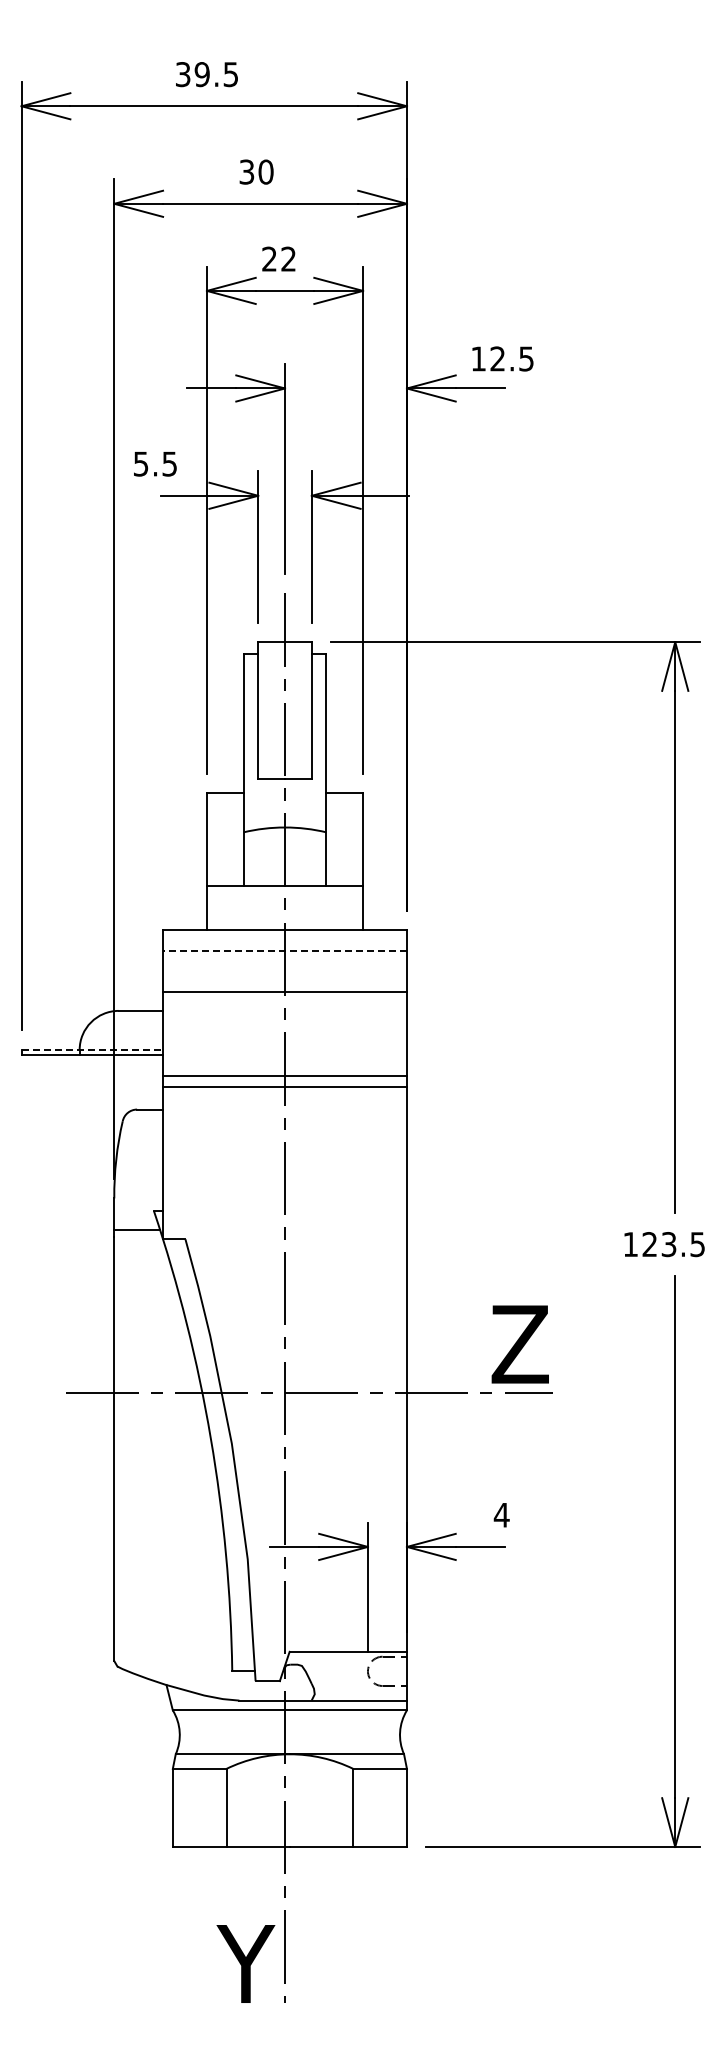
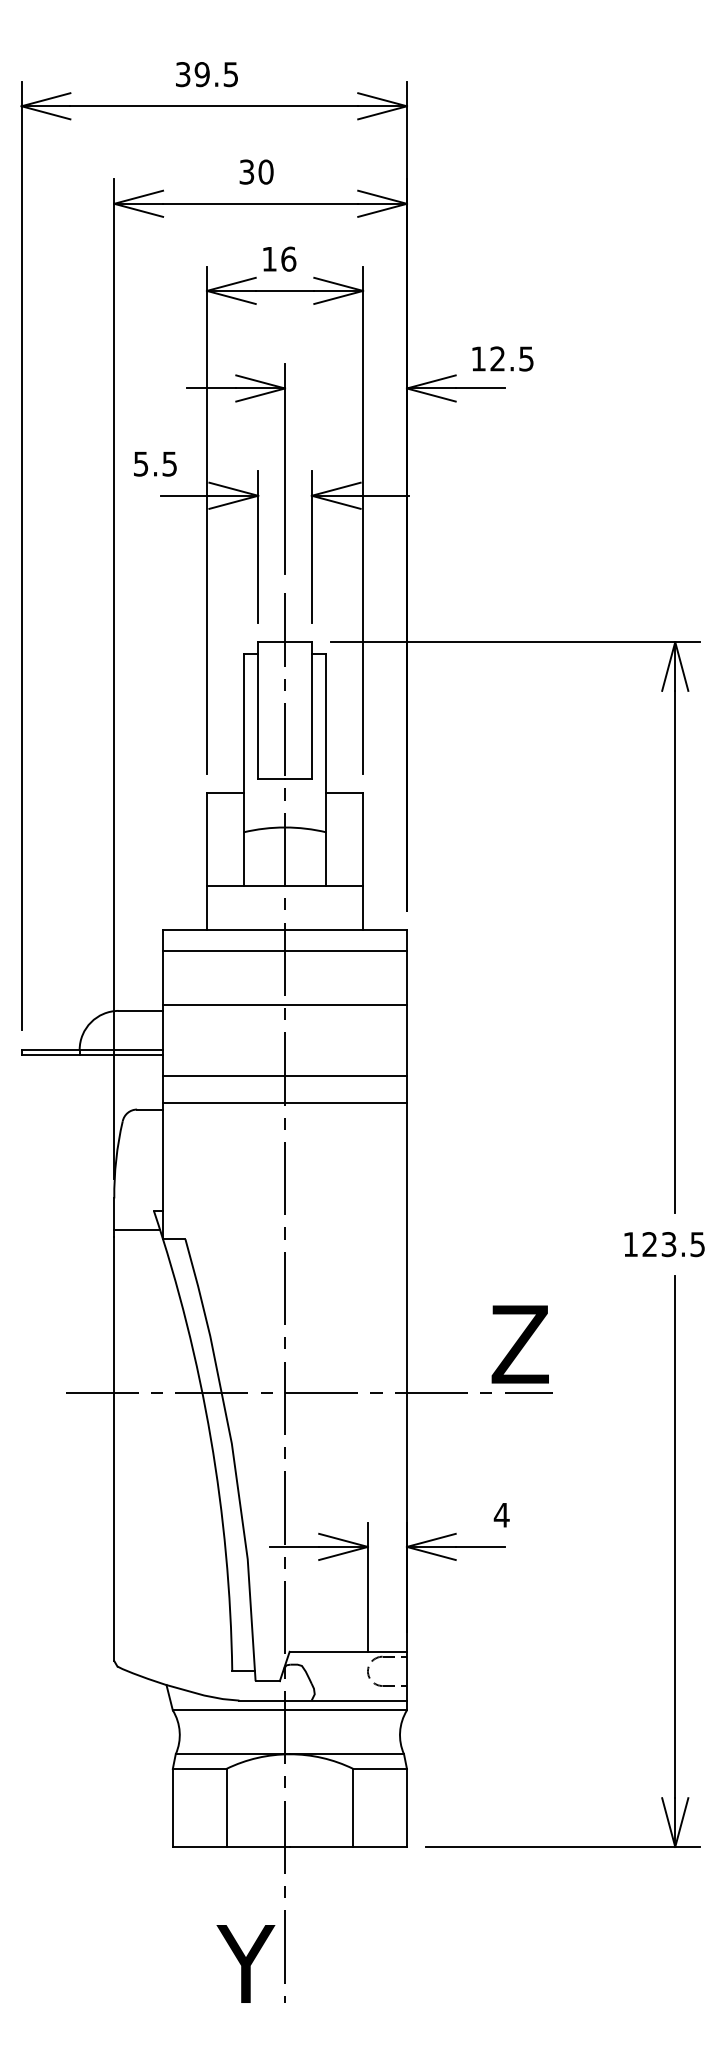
text at (279, 258): 22 -> 16
line at (285, 951): dashed -> solid
line at (284, 992) position: (284, 992) -> (284, 1005)
line at (92, 1049): dashed -> solid
line at (284, 1086) position: (284, 1086) -> (284, 1102)
